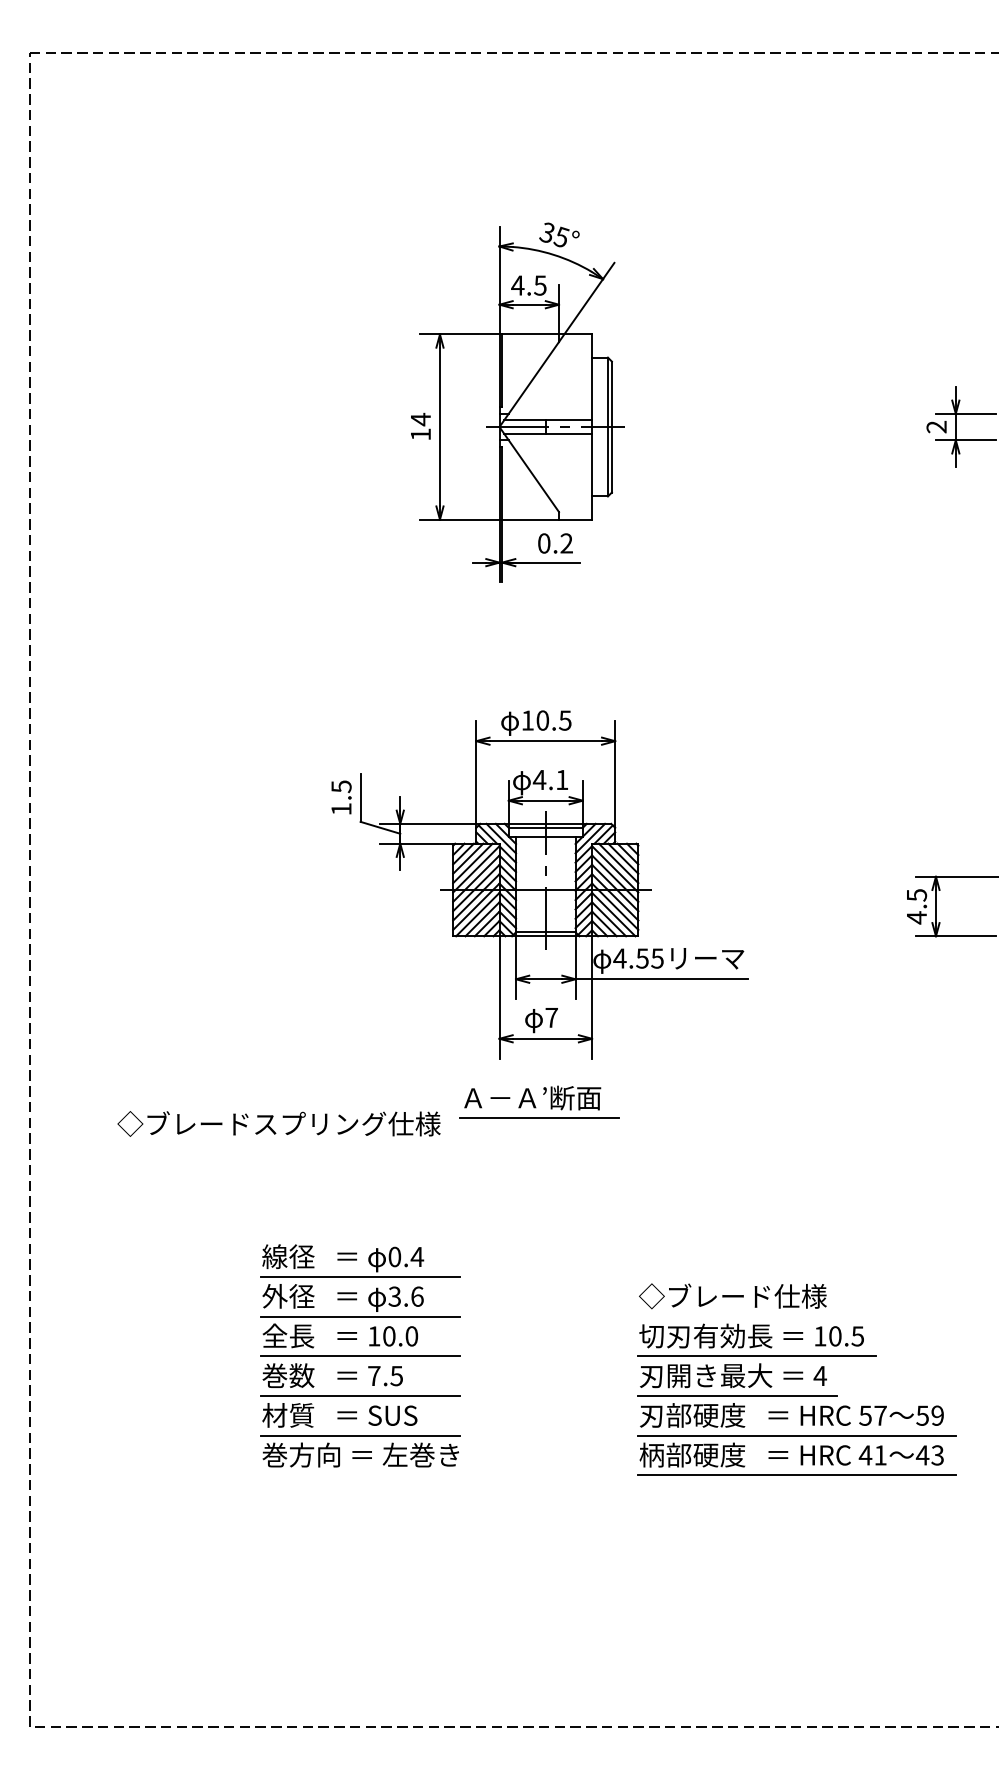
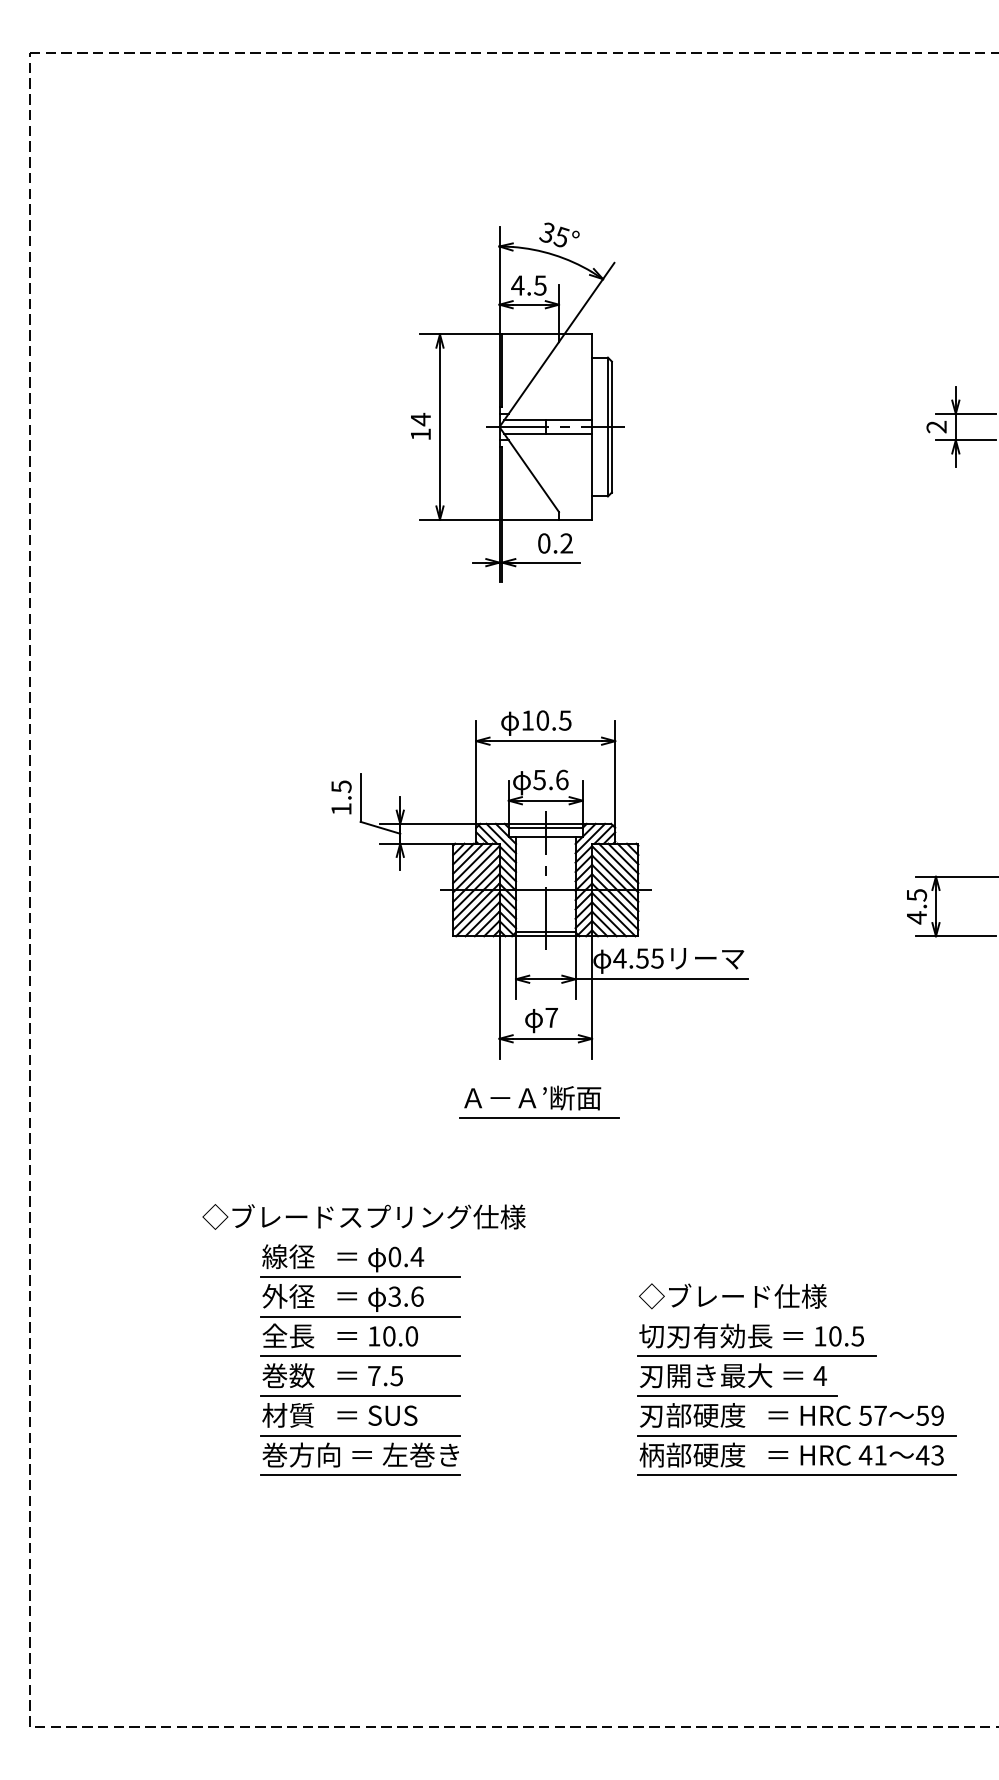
text at (550, 779): 4.1 -> 5.6
text at (278, 1123) position: (278, 1123) -> (363, 1216)
line at (360, 1475): none -> present
